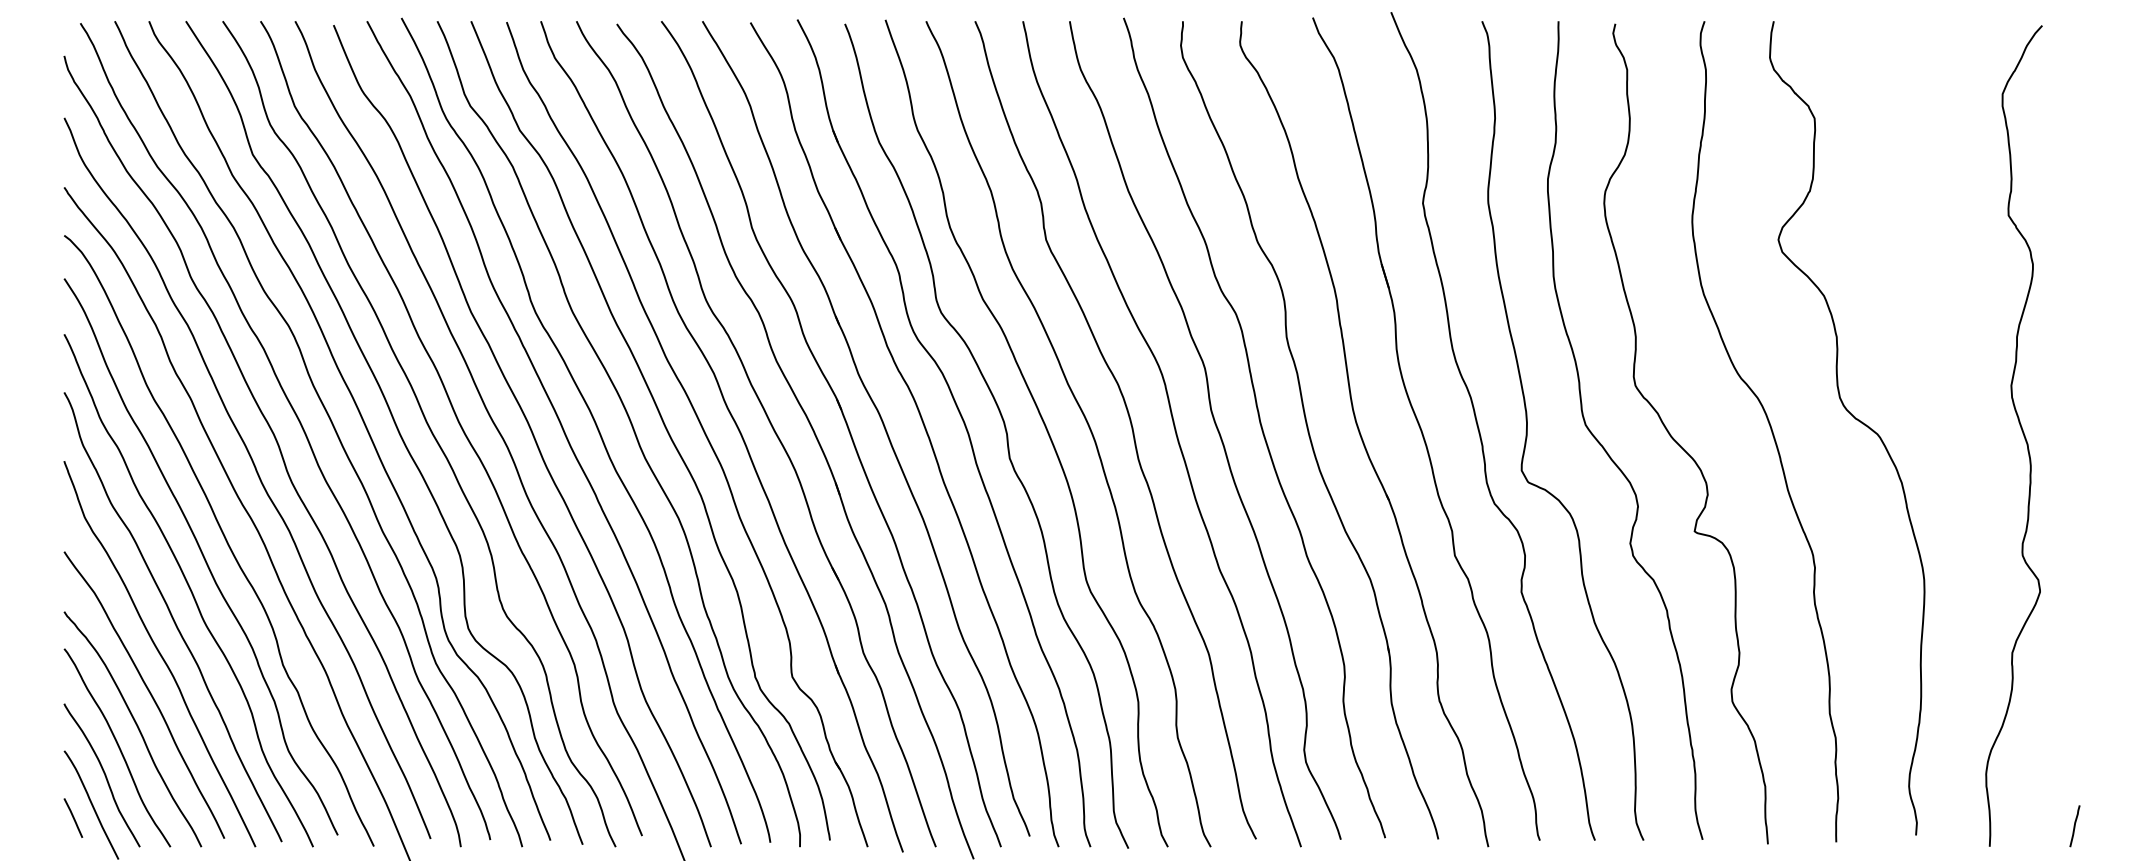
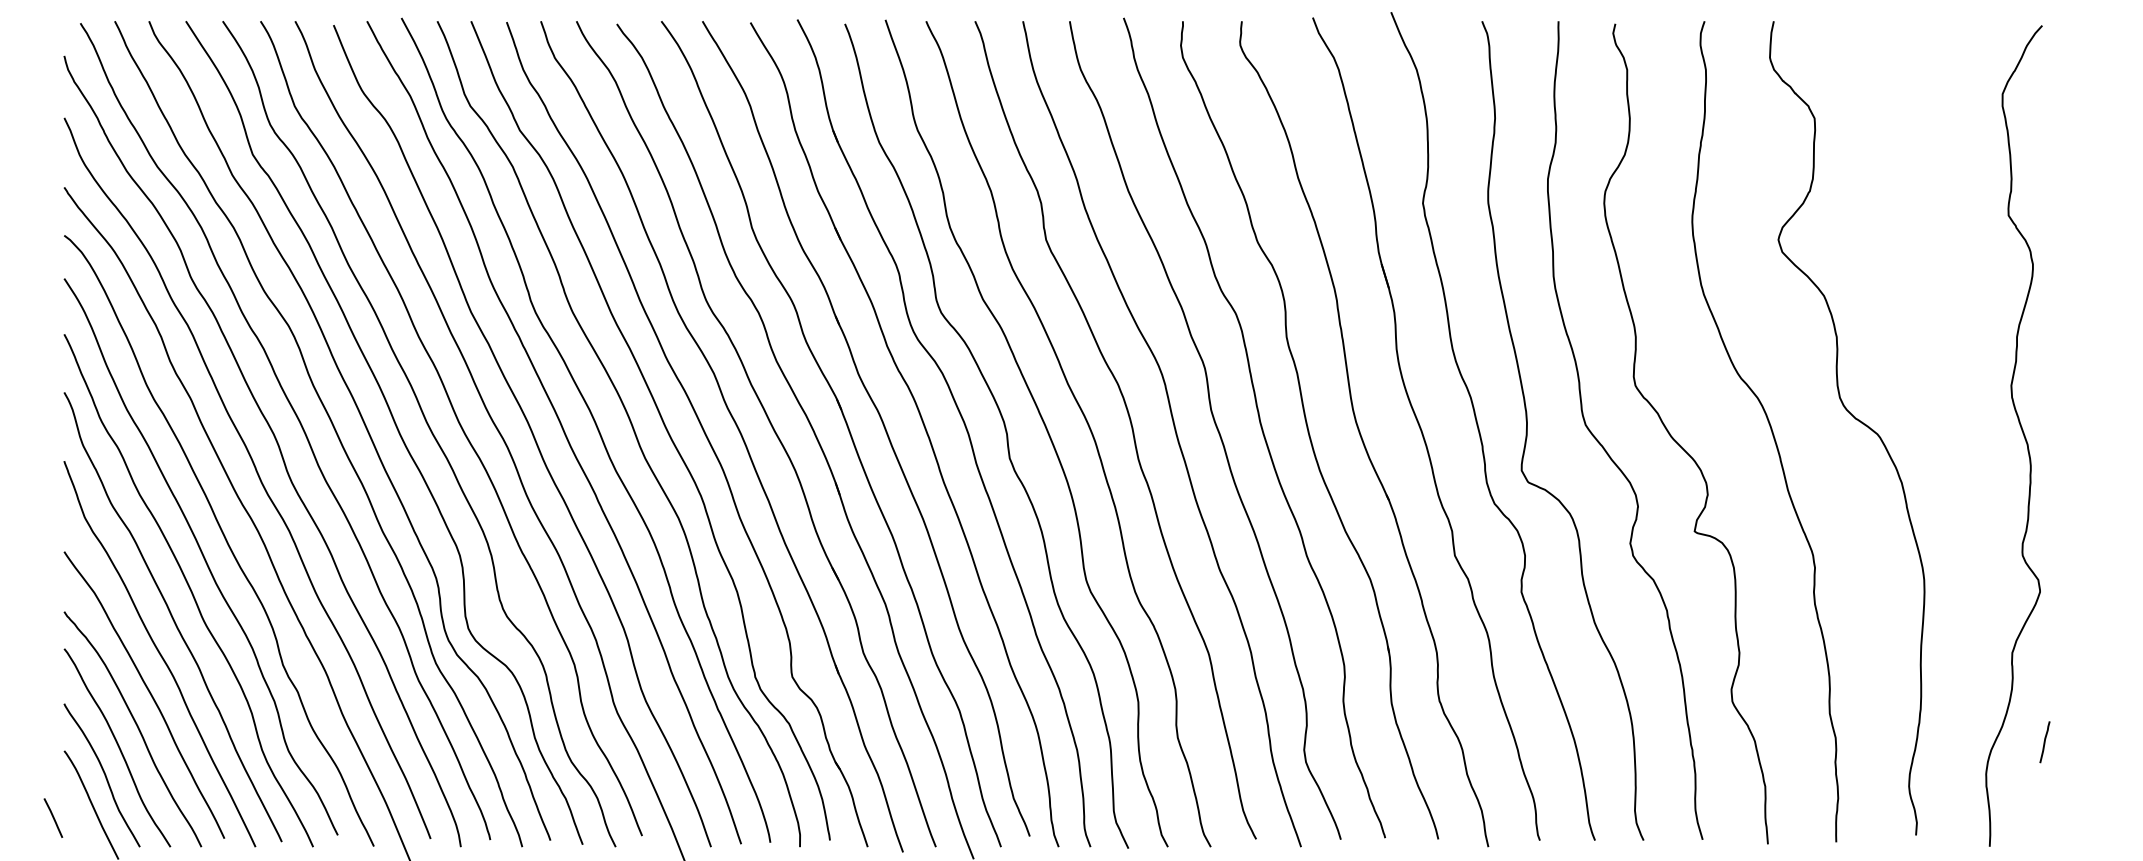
line at (73, 817) position: (73, 817) -> (53, 817)
line at (2074, 826) position: (2074, 826) -> (2044, 742)
